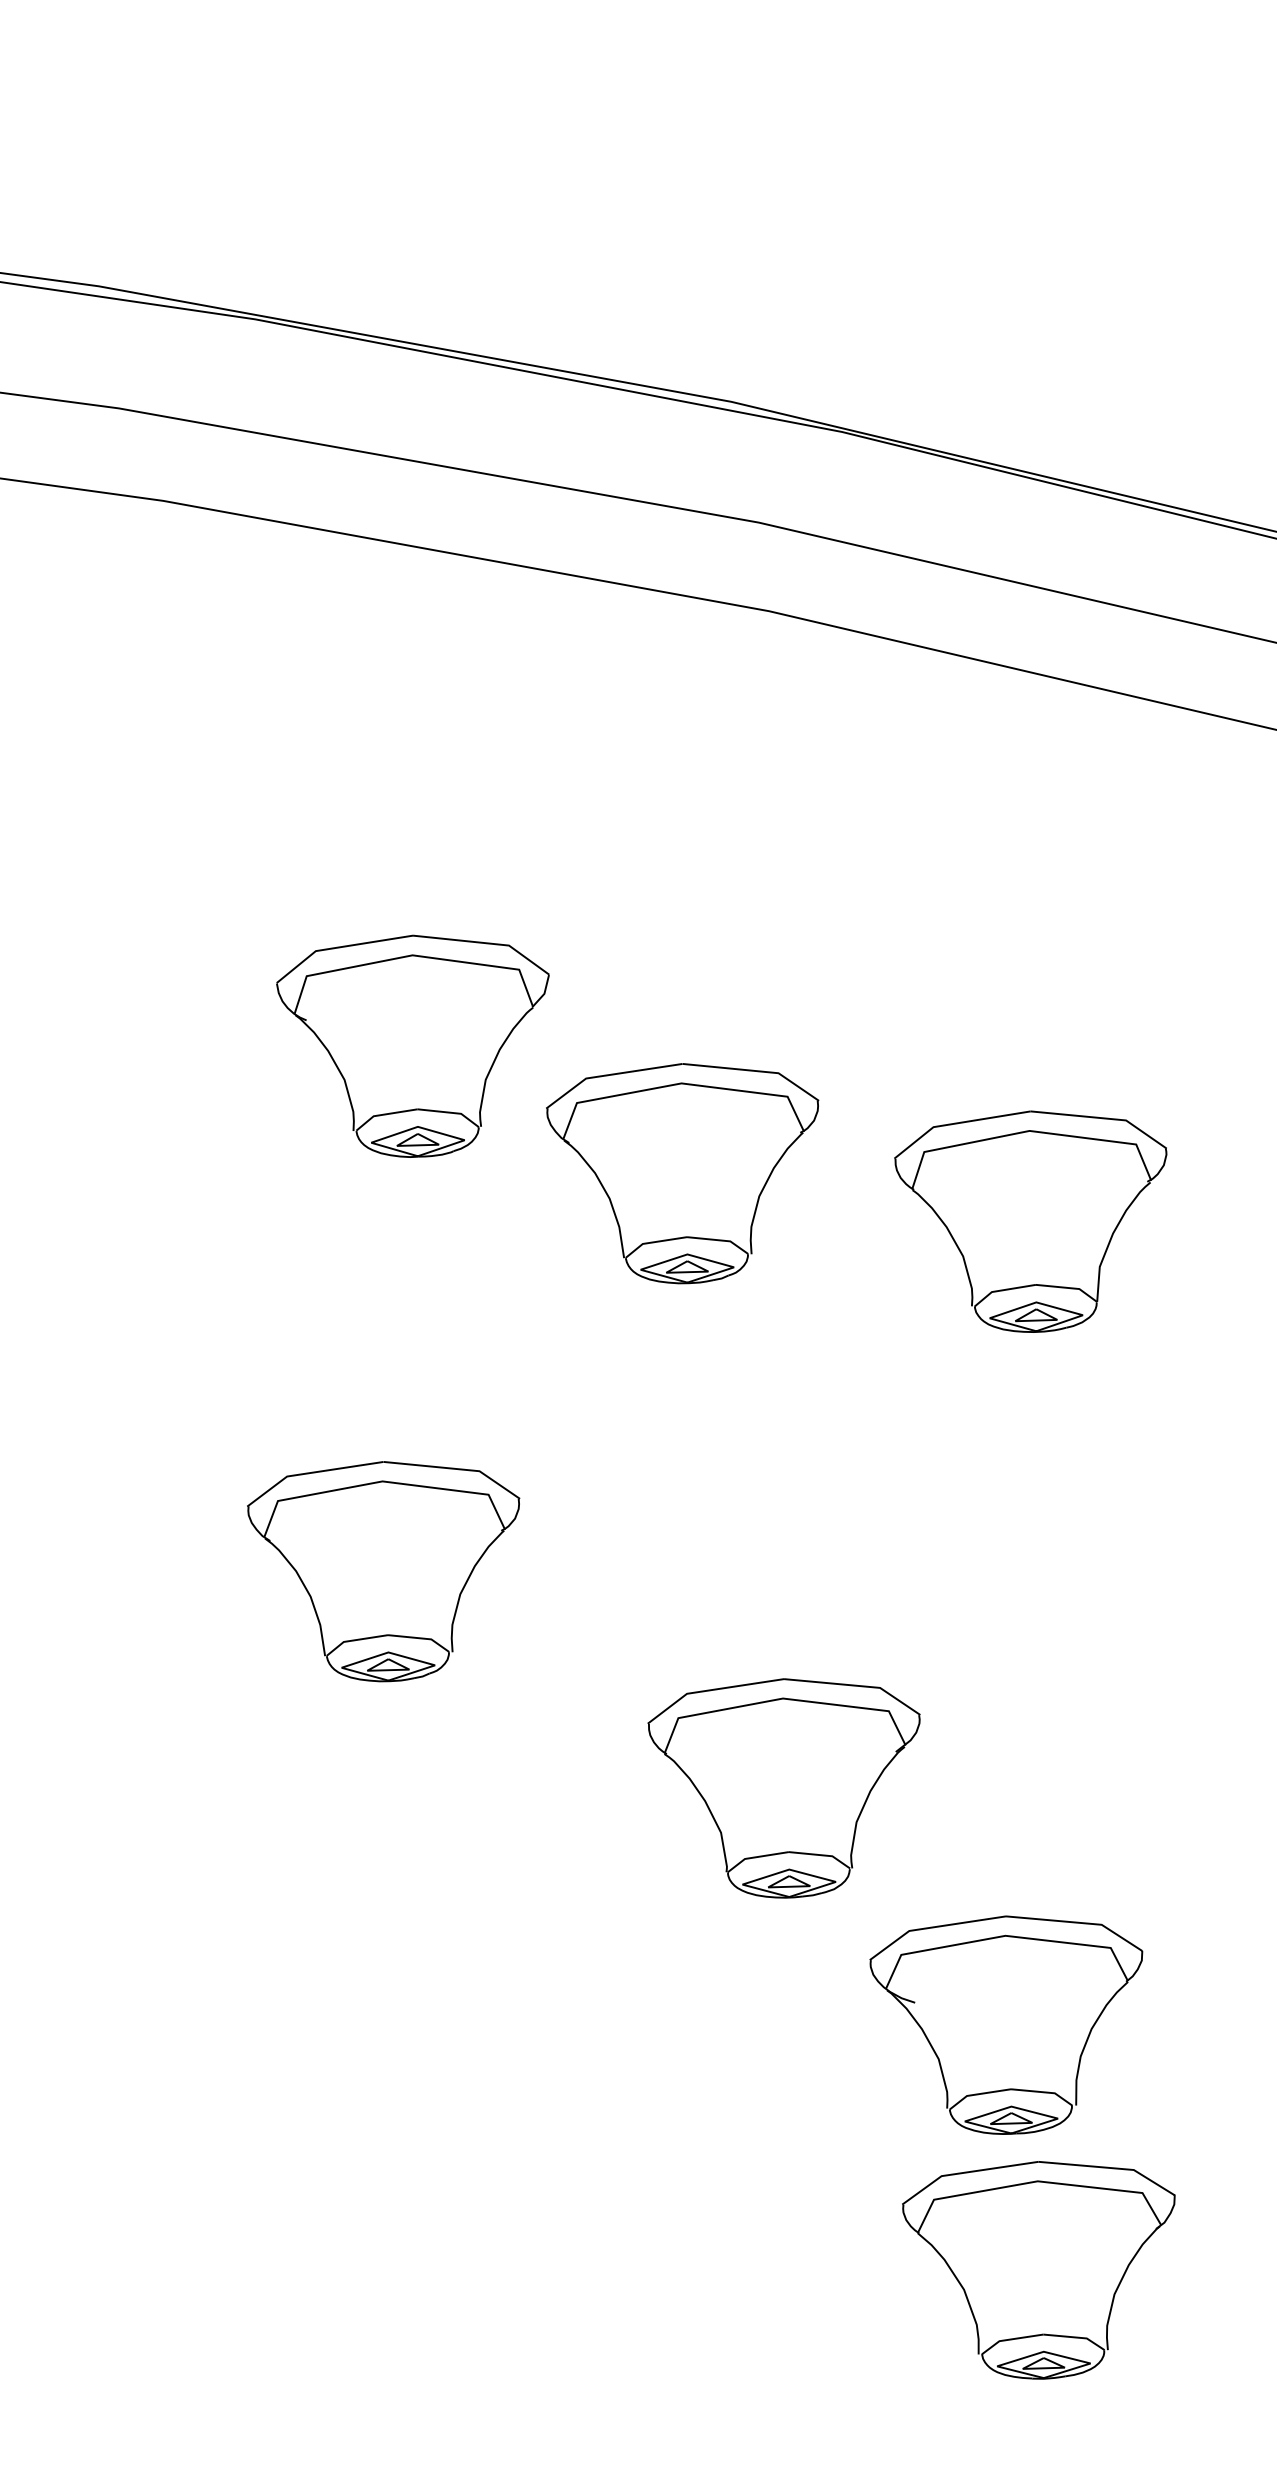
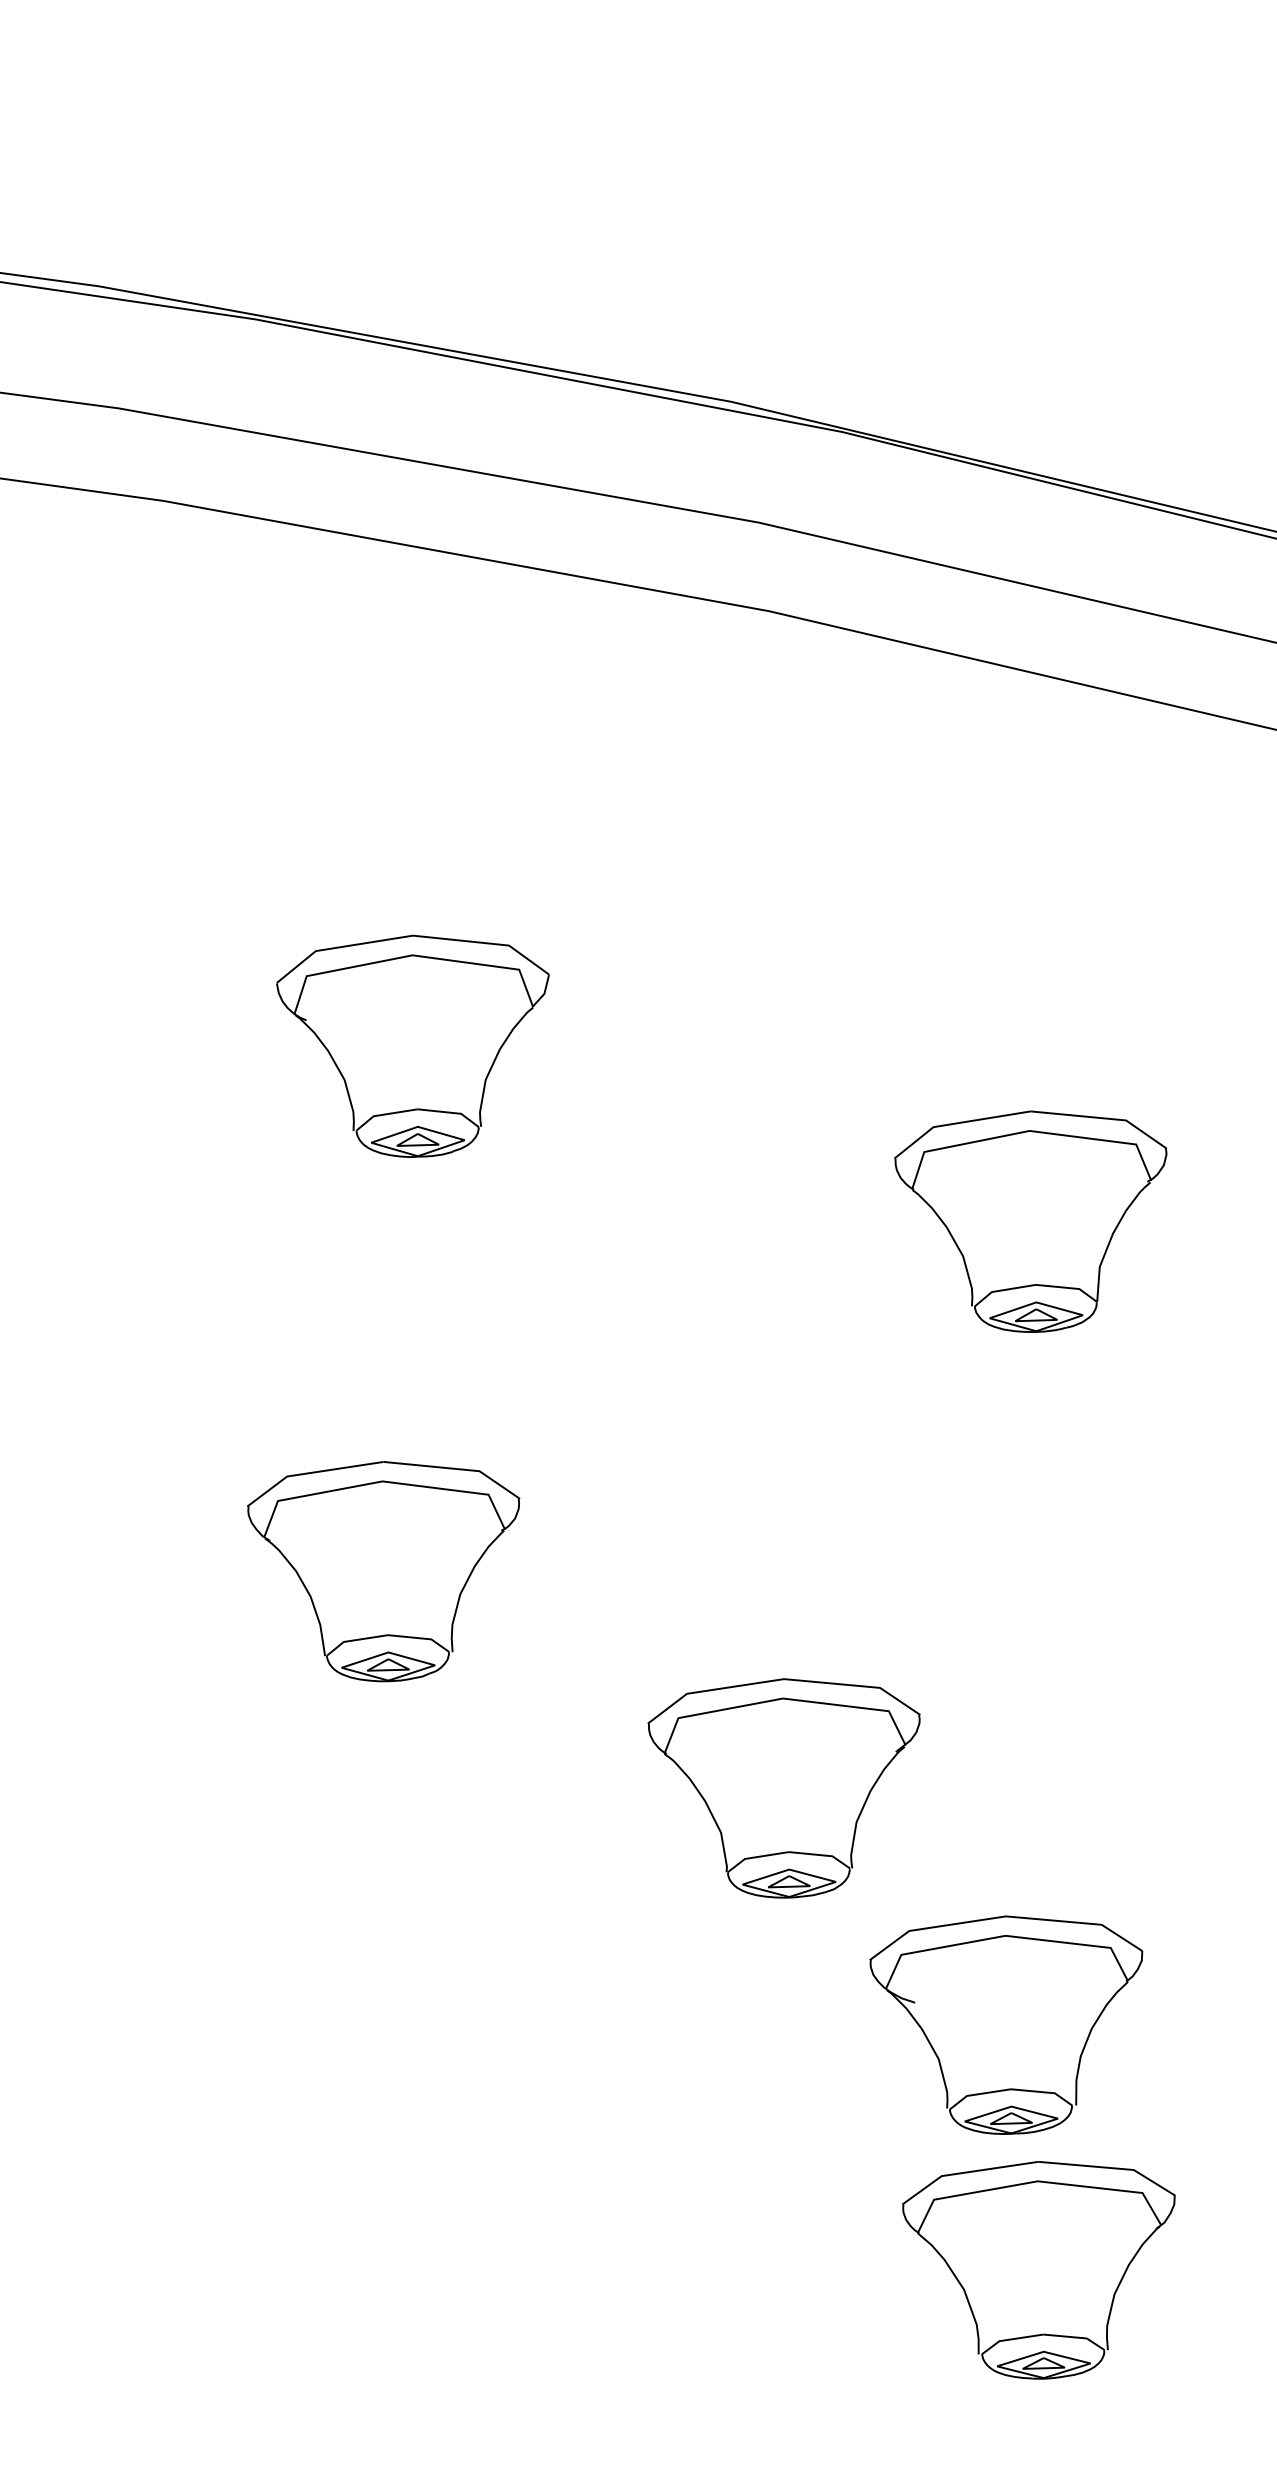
part at (683, 1236): present -> none
